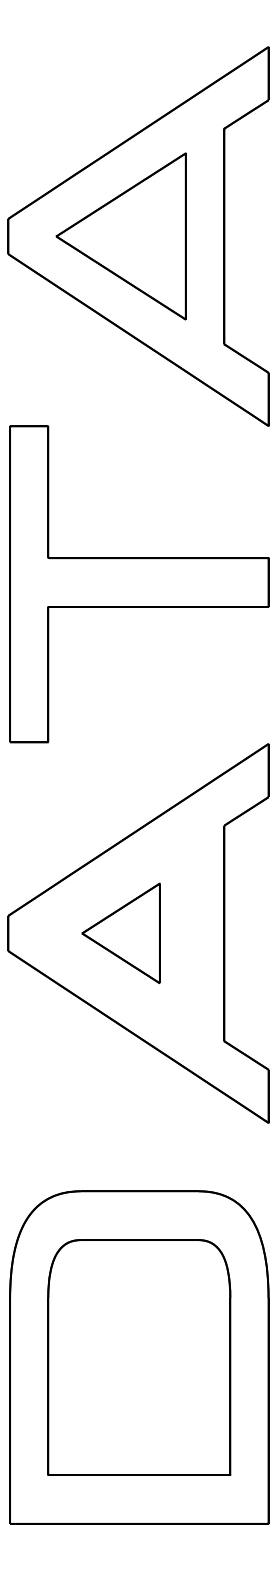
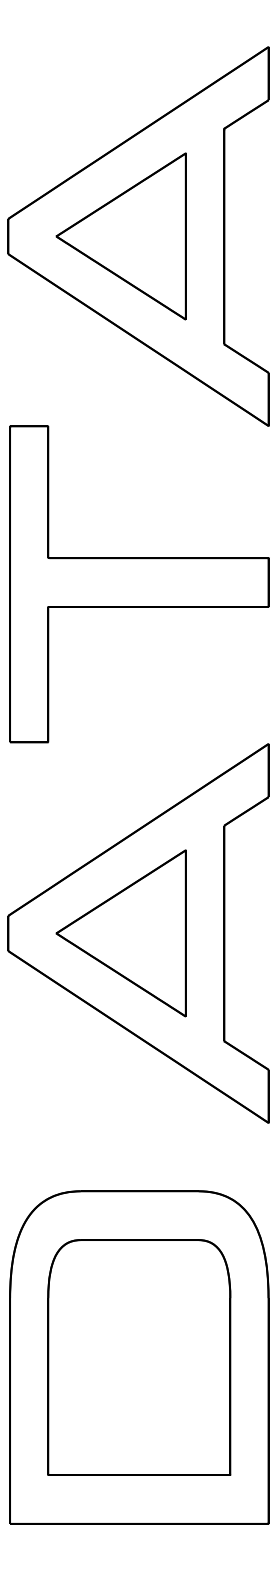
part at (120, 932) size: 80x102 px -> 132x169 px
